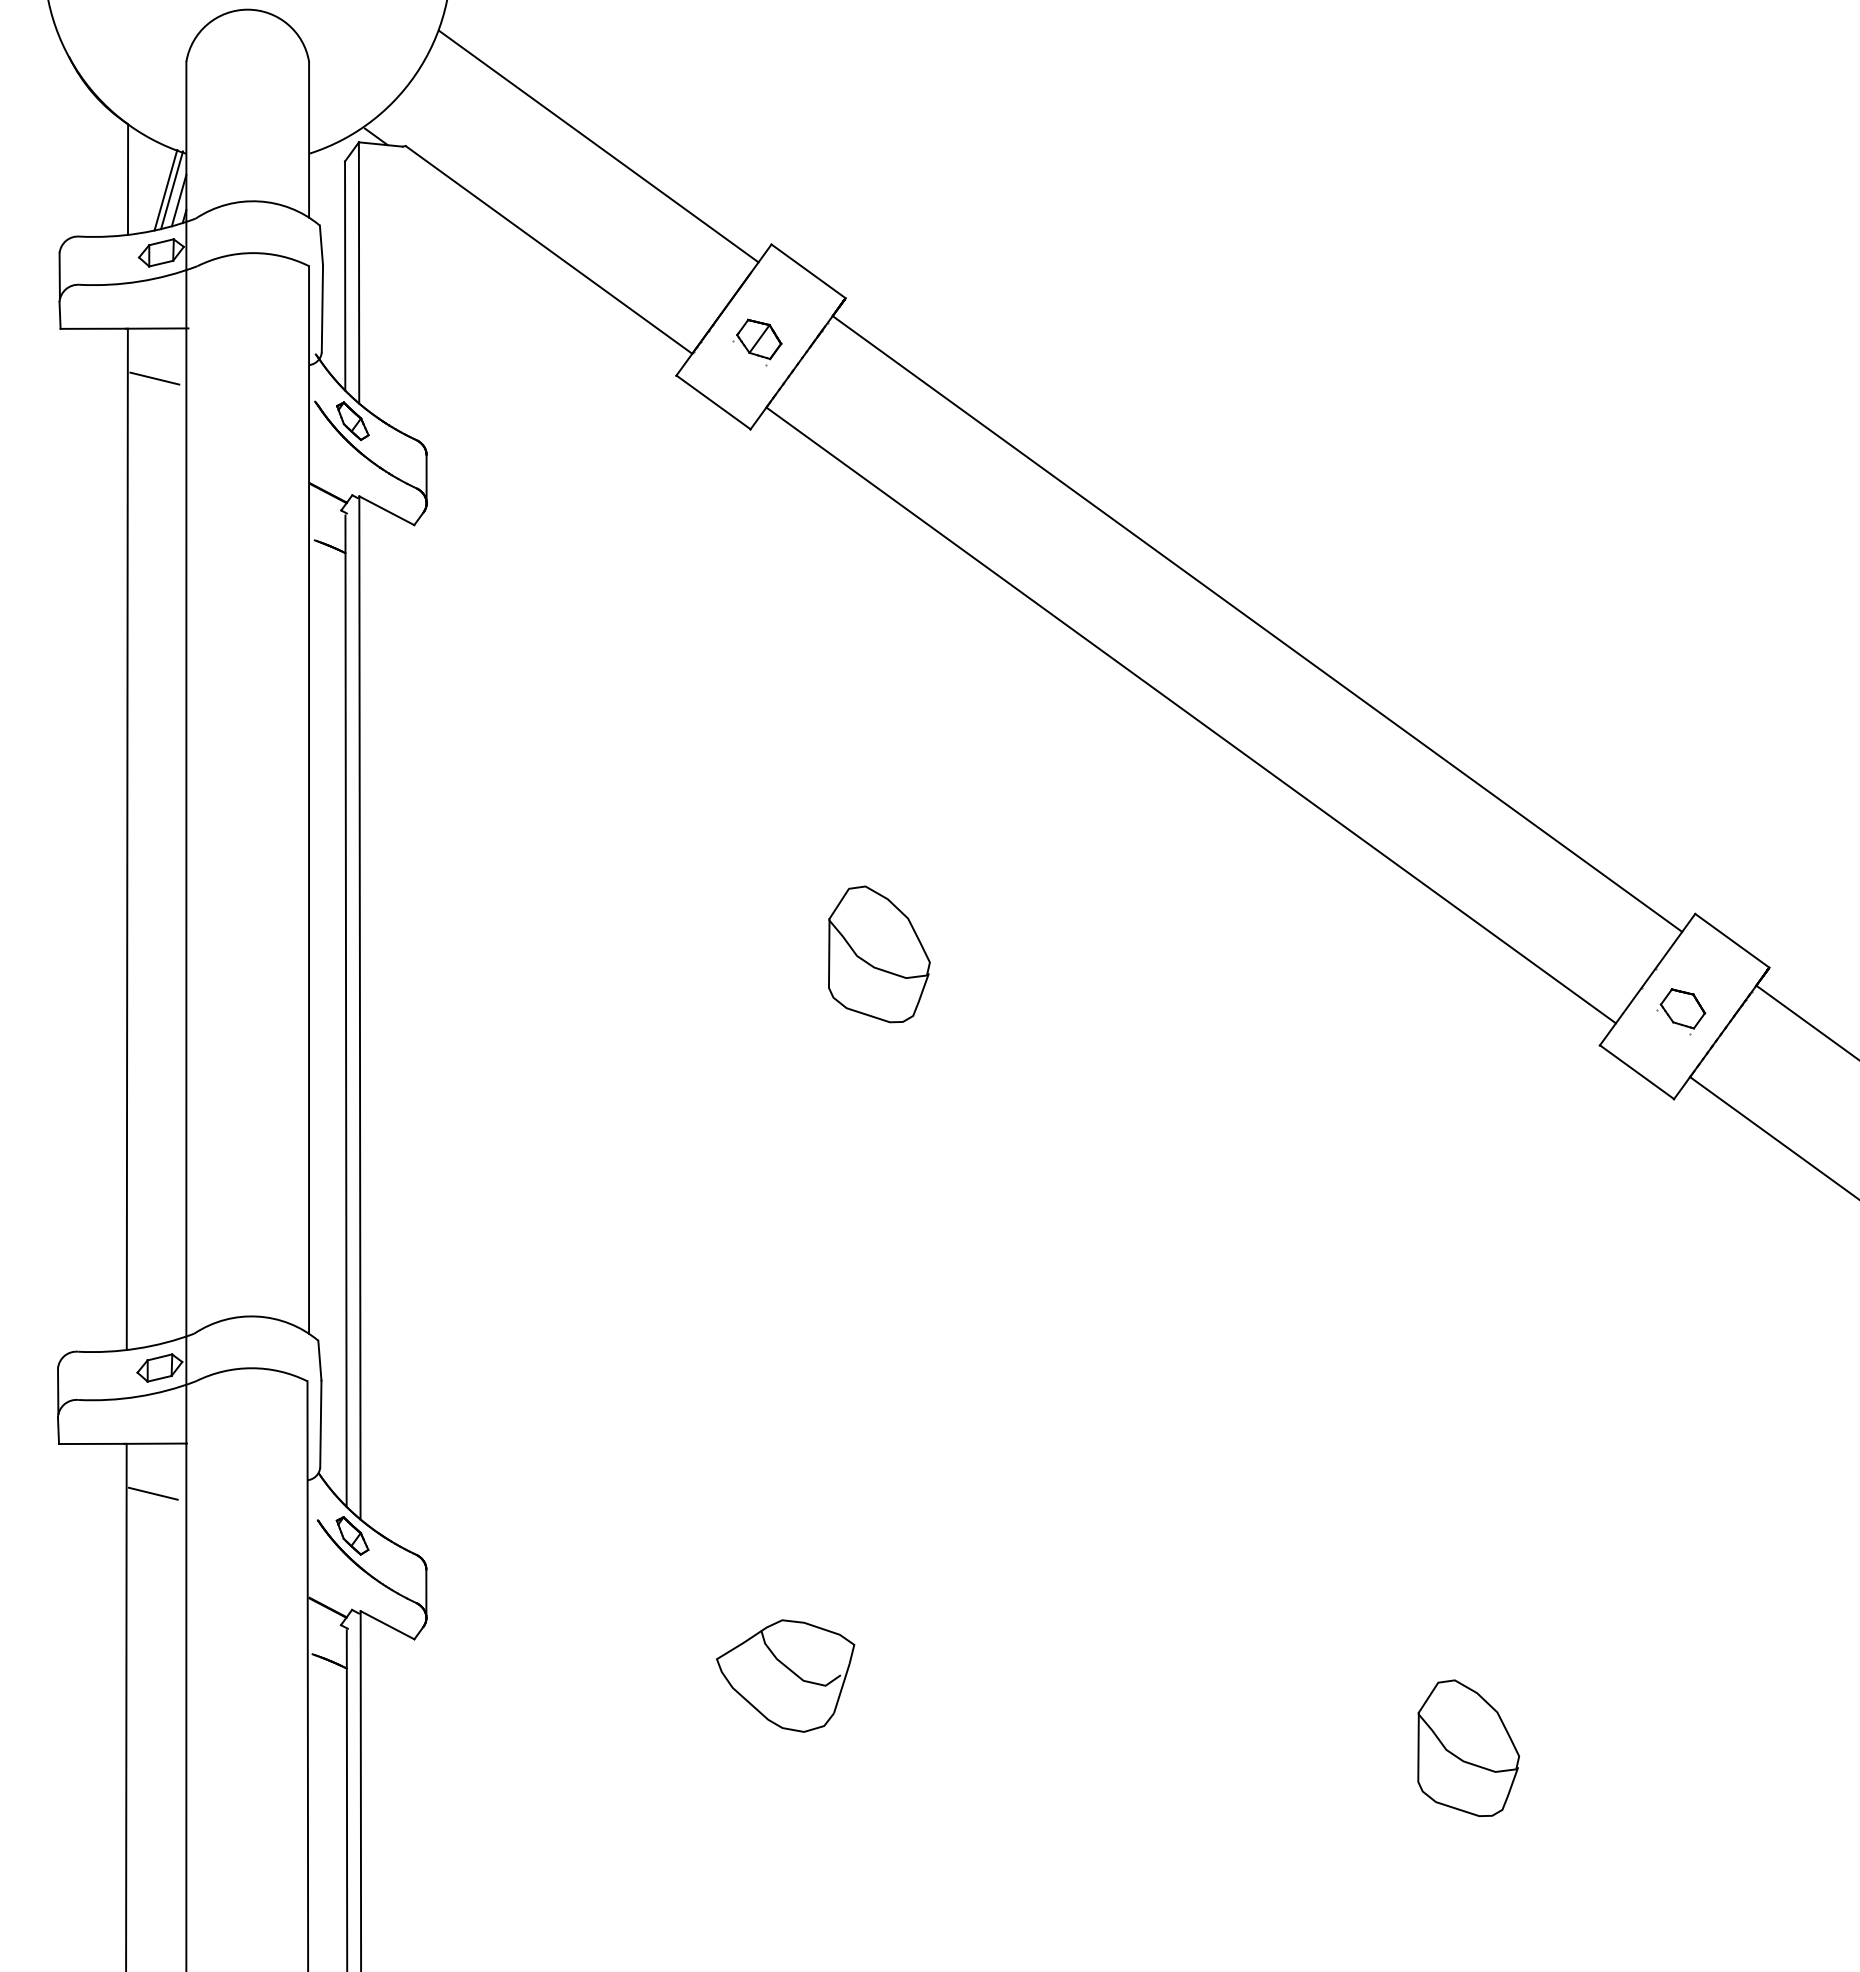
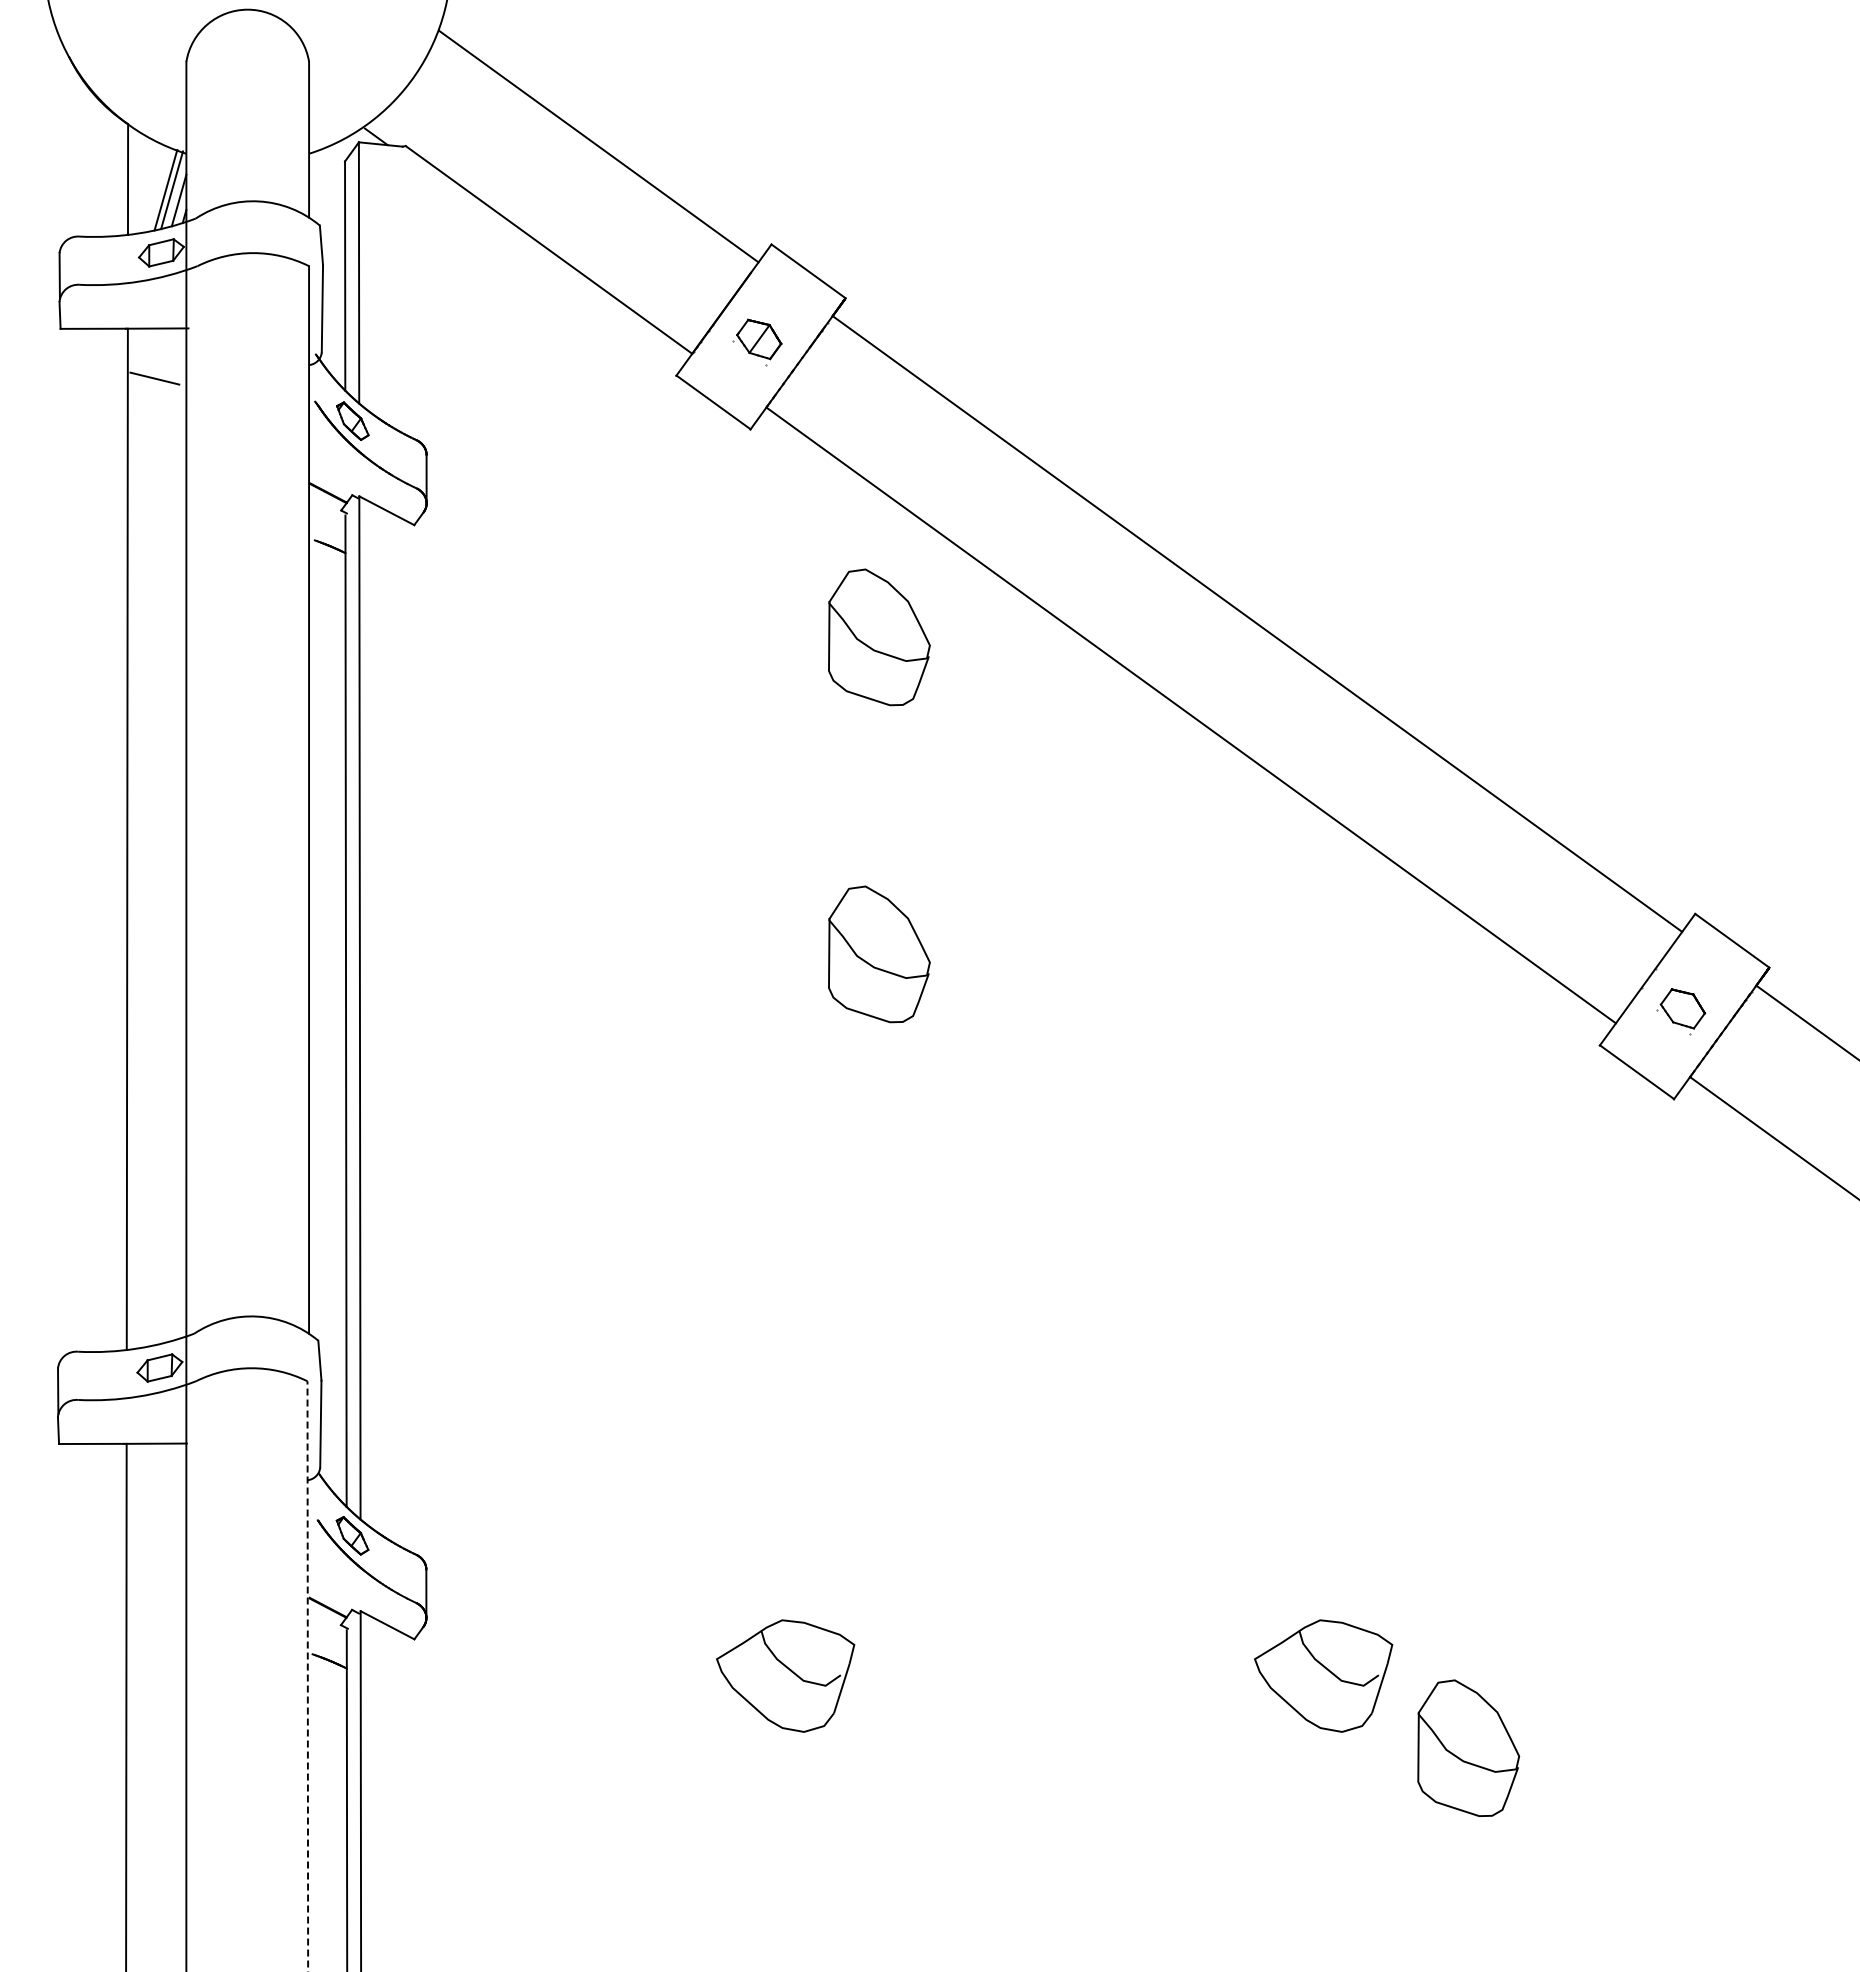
part at (879, 637): none -> present
line at (152, 1493): present -> none
part at (1323, 1675): none -> present
line at (307, 1676): solid -> dashed
